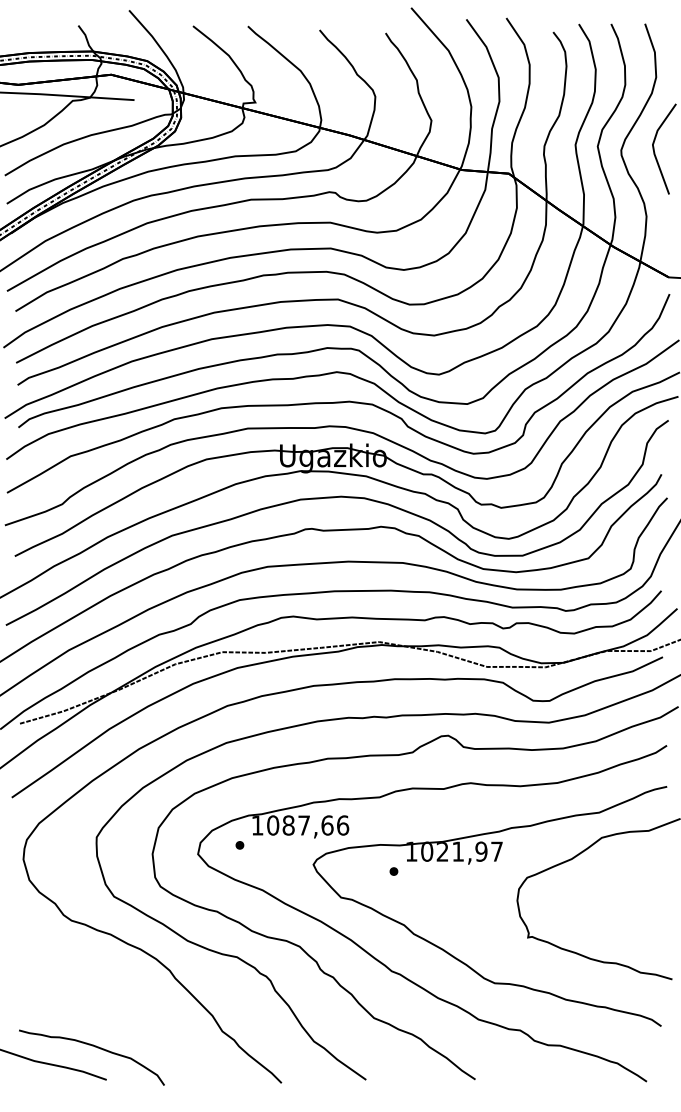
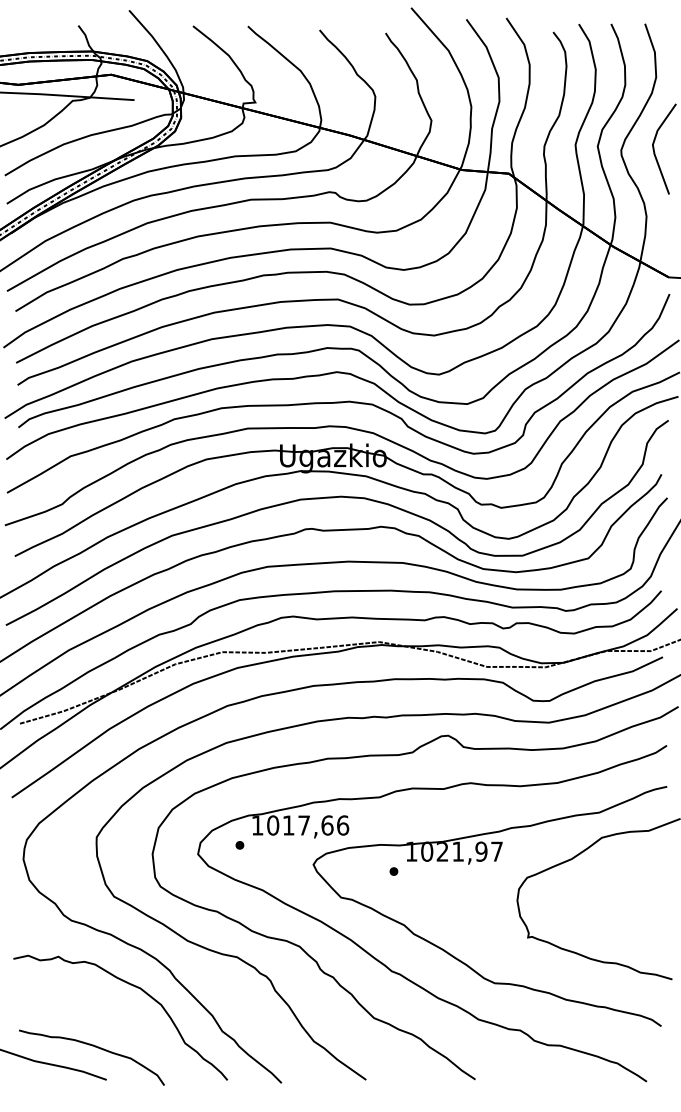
text at (288, 825): 1087,66 -> 1017,66
curve at (130, 985): none -> present
